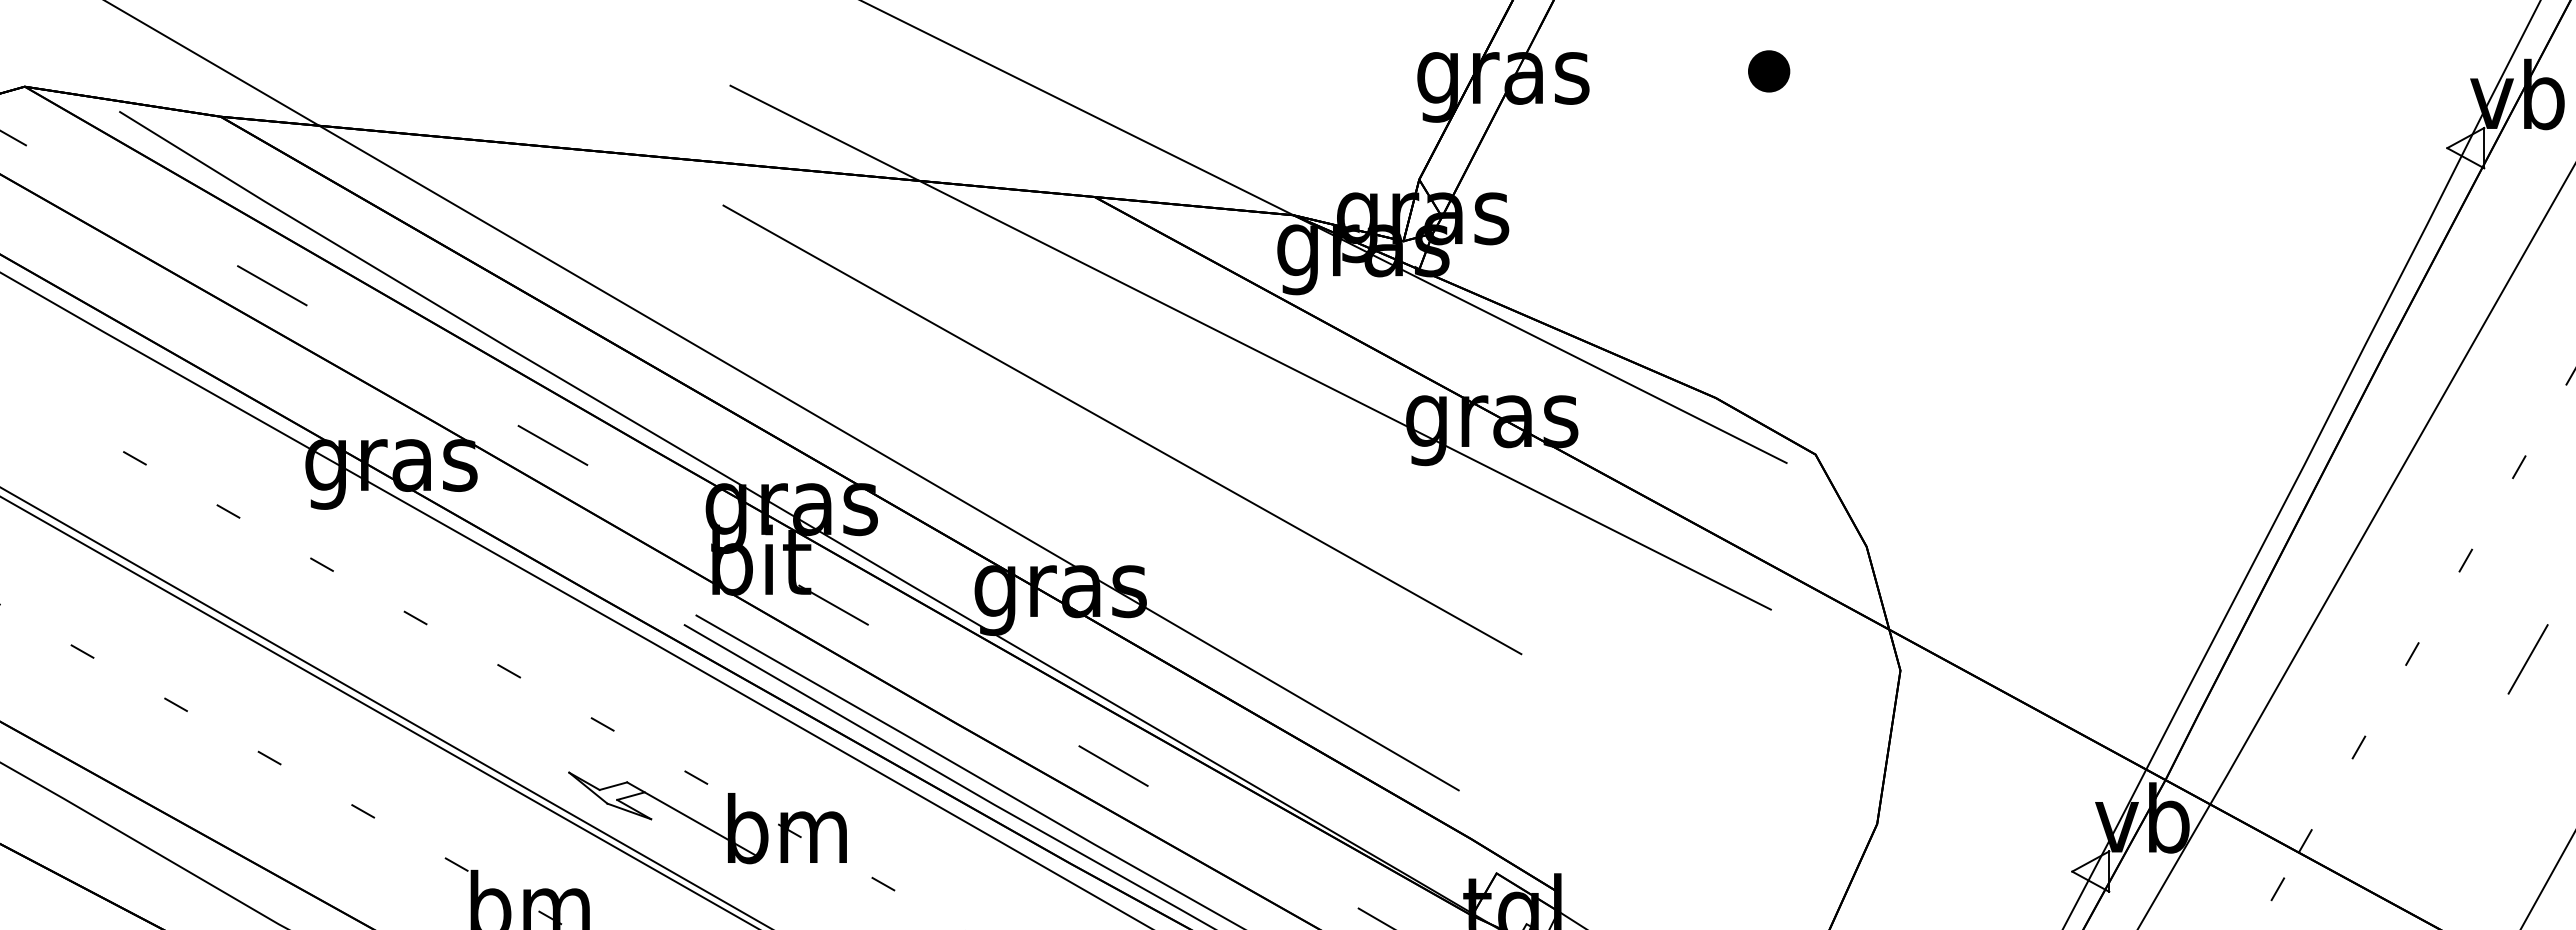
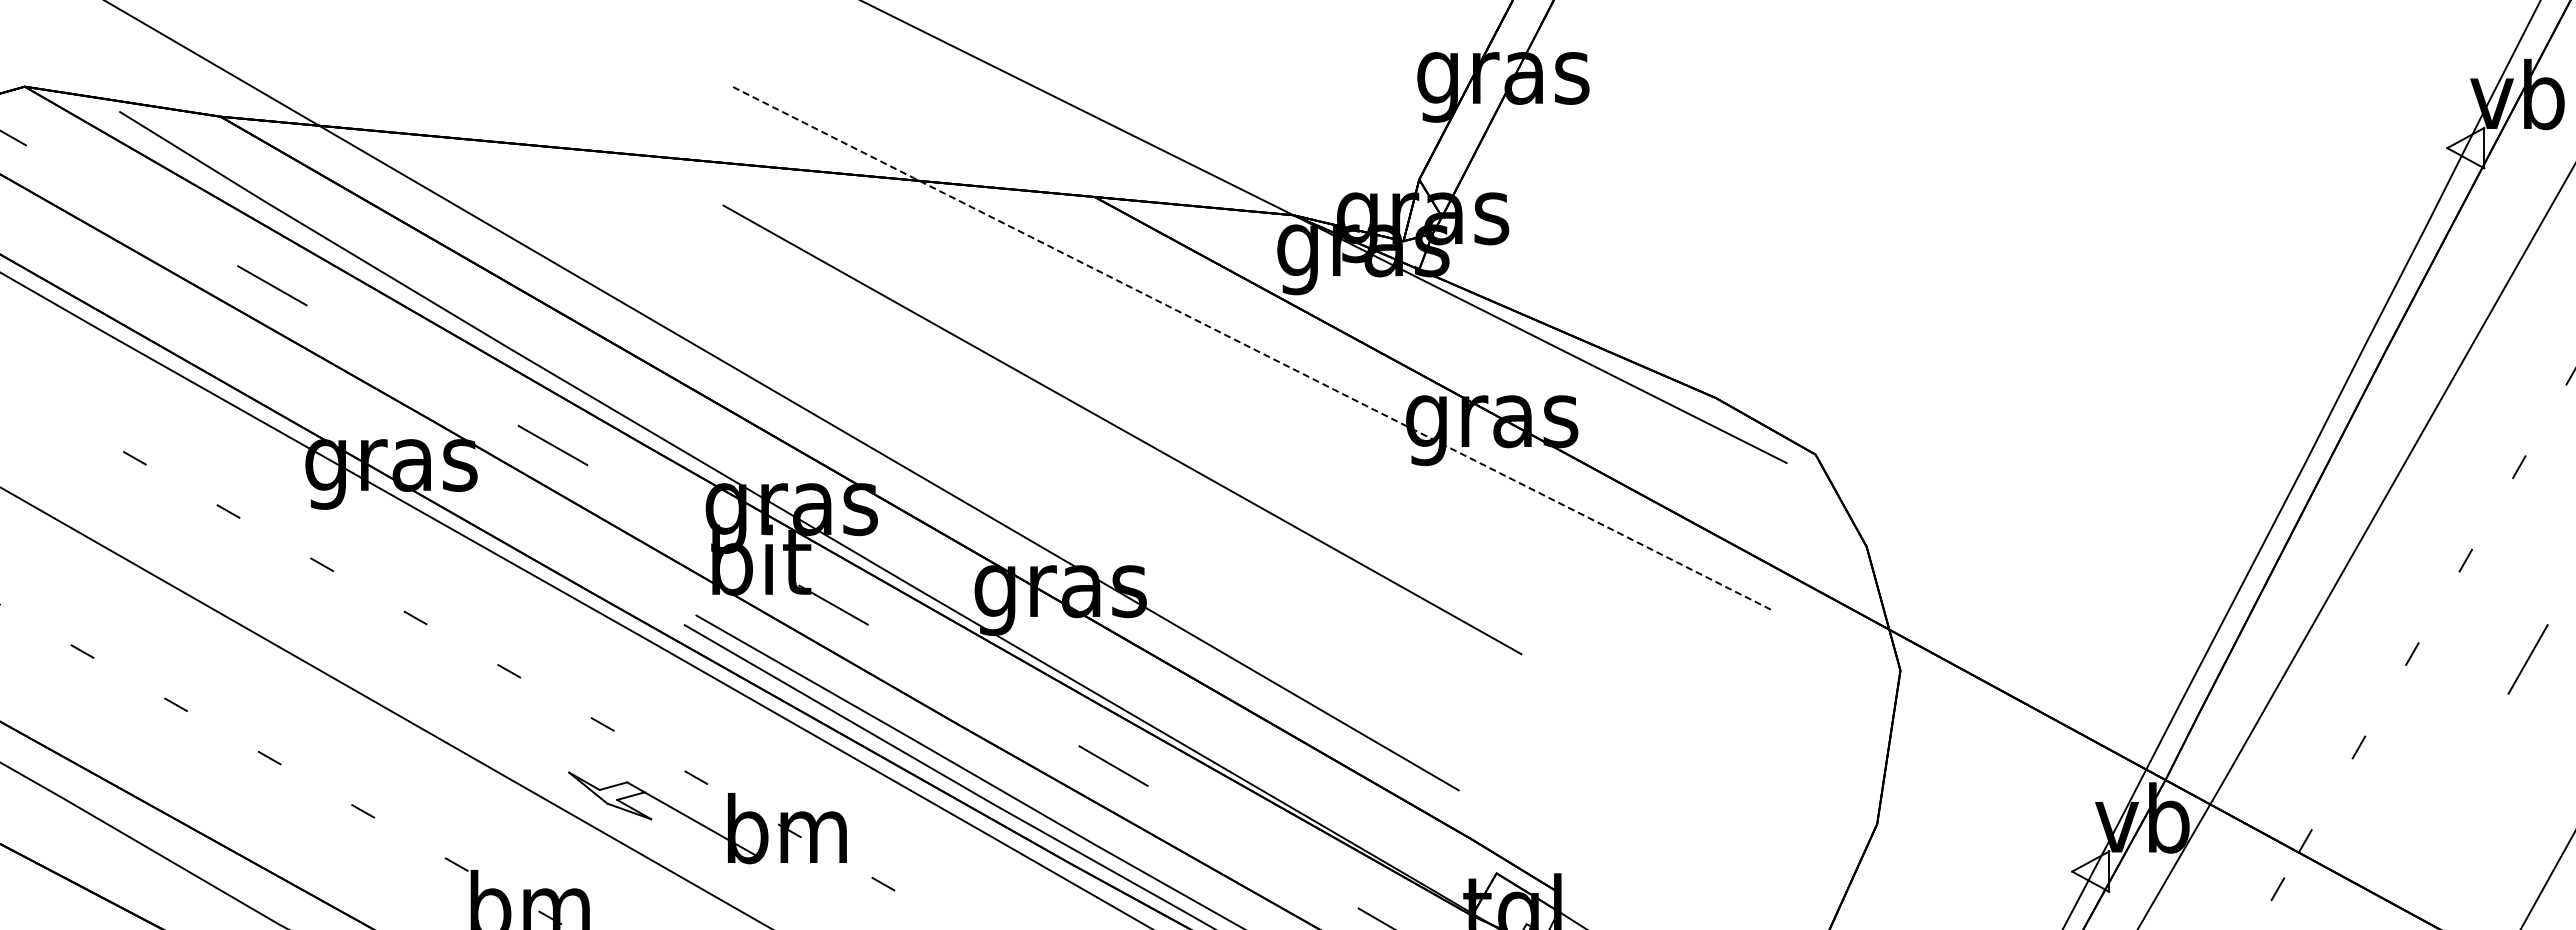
part at (1769, 71): present -> none
line at (1250, 347): solid -> dashed
line at (378, 711): present -> none
